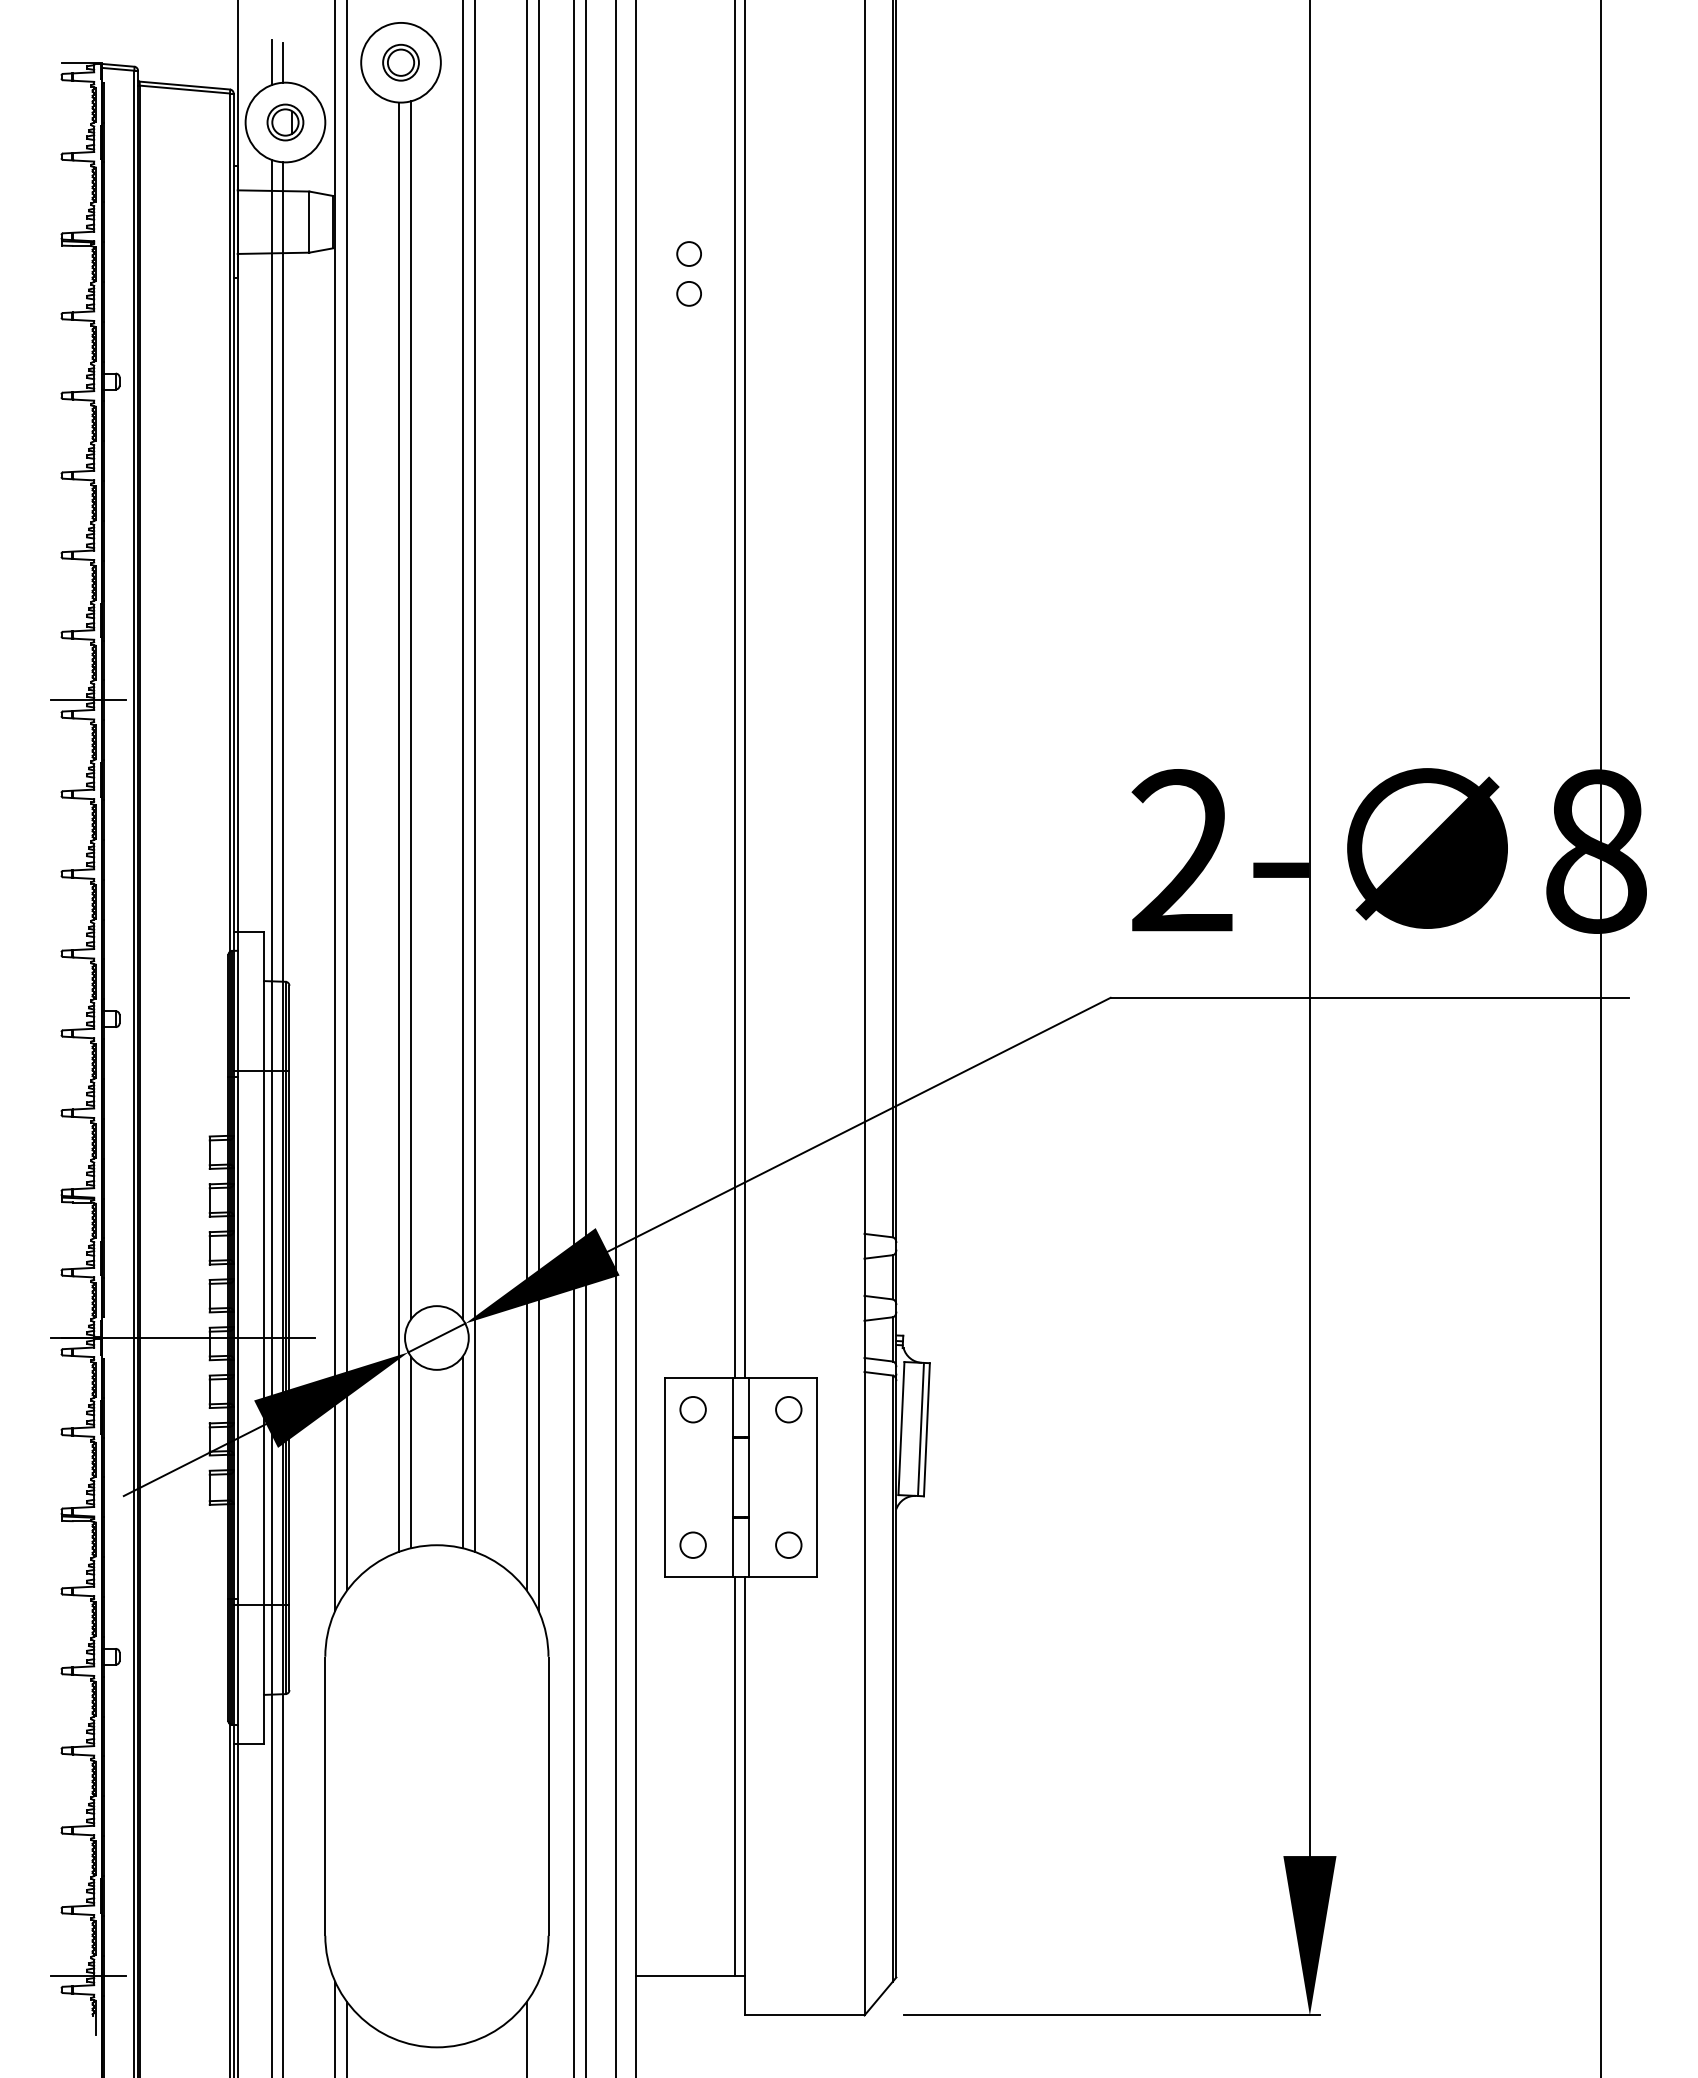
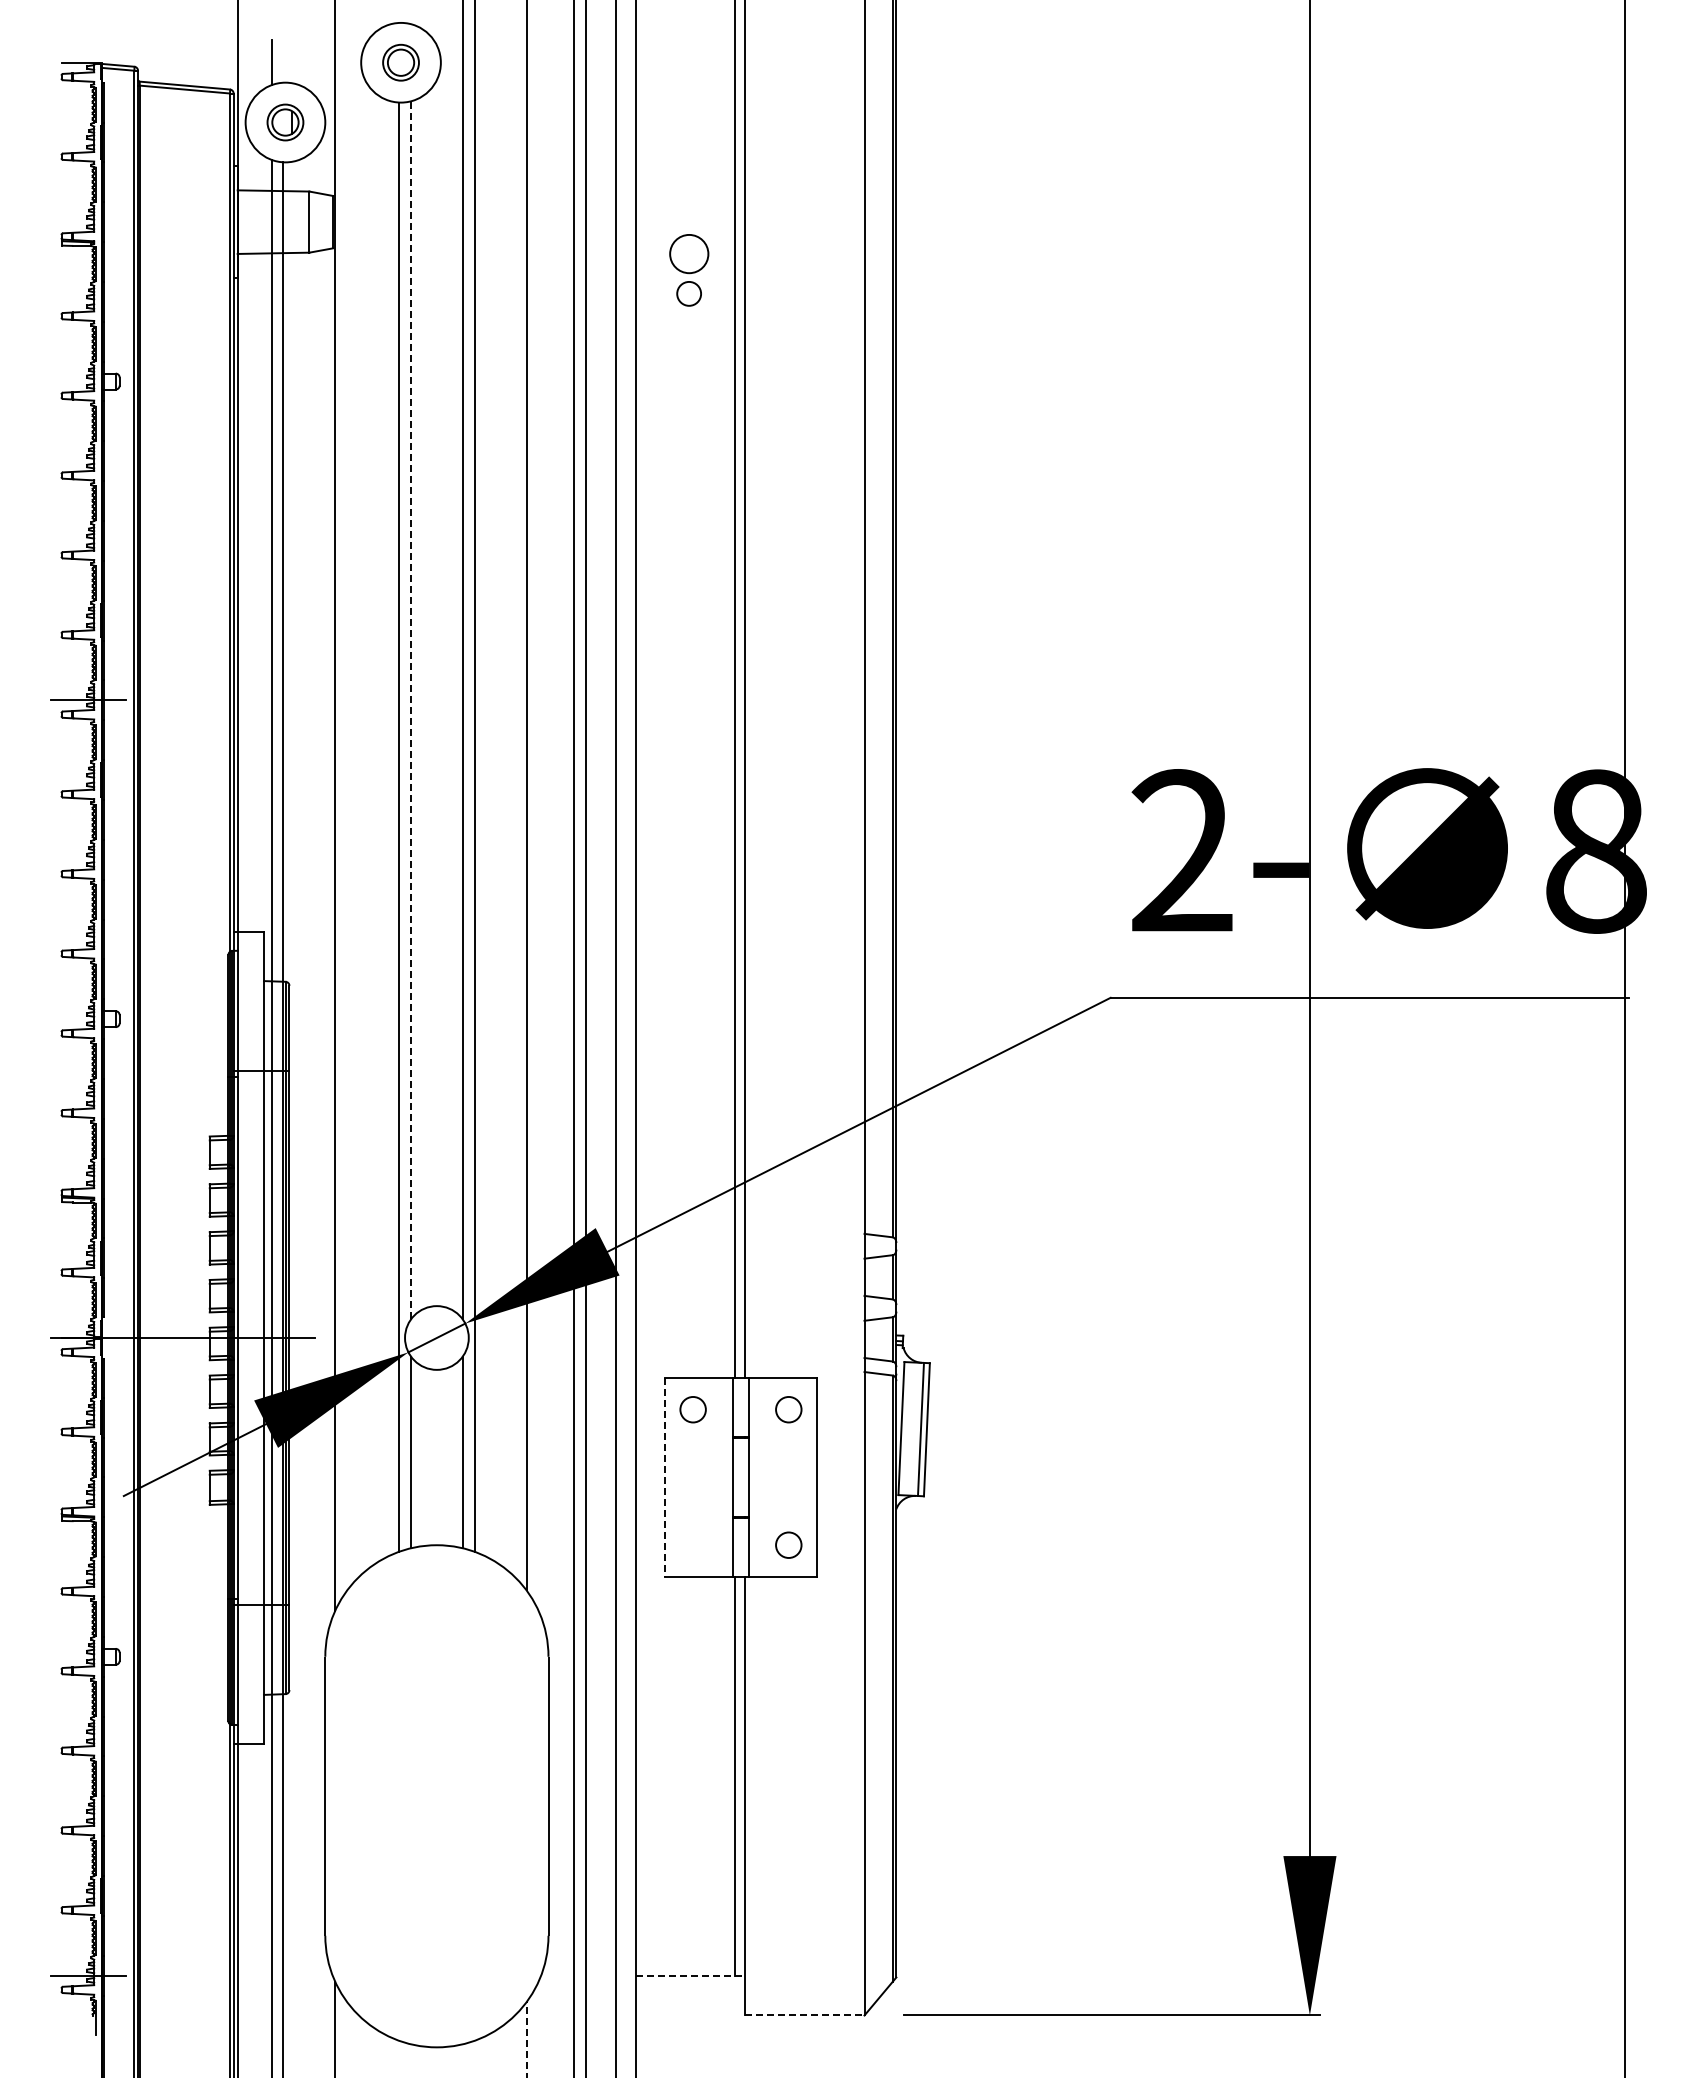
line at (283, 62): present -> none
circle at (688, 253) size: 26x26 px -> 41x41 px
line at (411, 709): solid -> dashed
line at (347, 796): present -> none
line at (538, 806): present -> none
line at (1600, 1038) position: (1600, 1038) -> (1624, 1038)
line at (665, 1477): solid -> dashed
circle at (692, 1544): present -> none
line at (691, 1975): solid -> dashed
line at (804, 2015): solid -> dashed
line at (347, 2038): present -> none
line at (526, 2040): solid -> dashed
